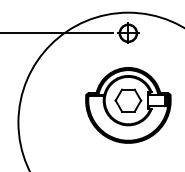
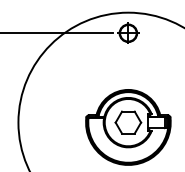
part at (128, 105) position: (128, 105) -> (128, 127)
